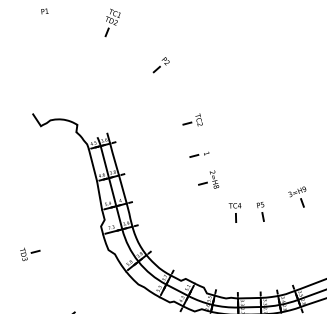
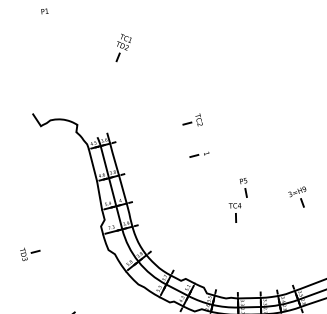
part at (112, 22) position: (112, 22) -> (123, 47)
part at (160, 65): present -> none
part at (208, 179): present -> none
part at (260, 211) position: (260, 211) -> (243, 187)
